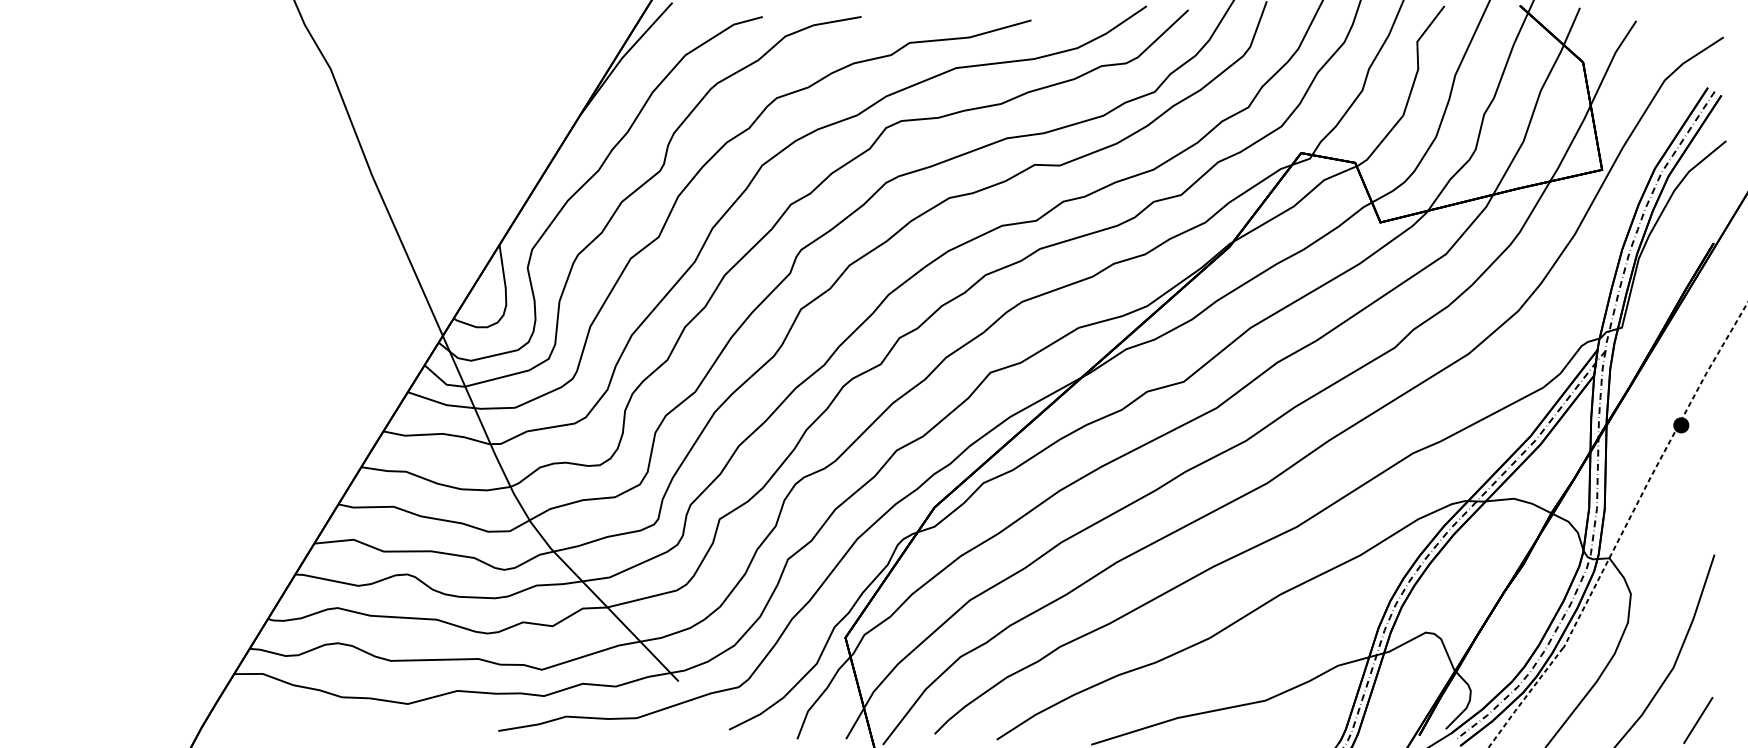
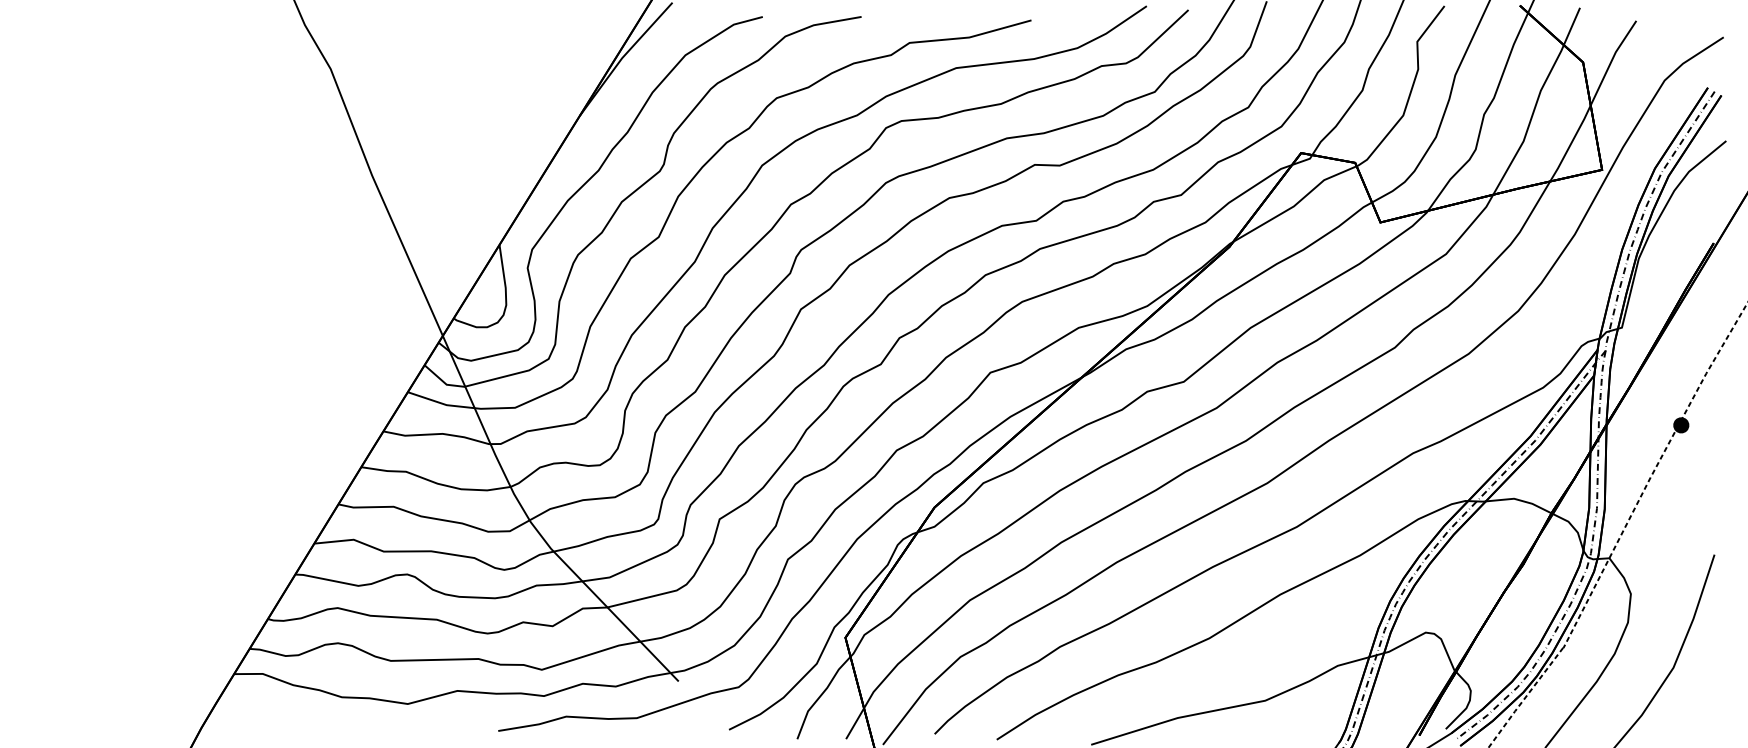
line at (1698, 720): present -> none
